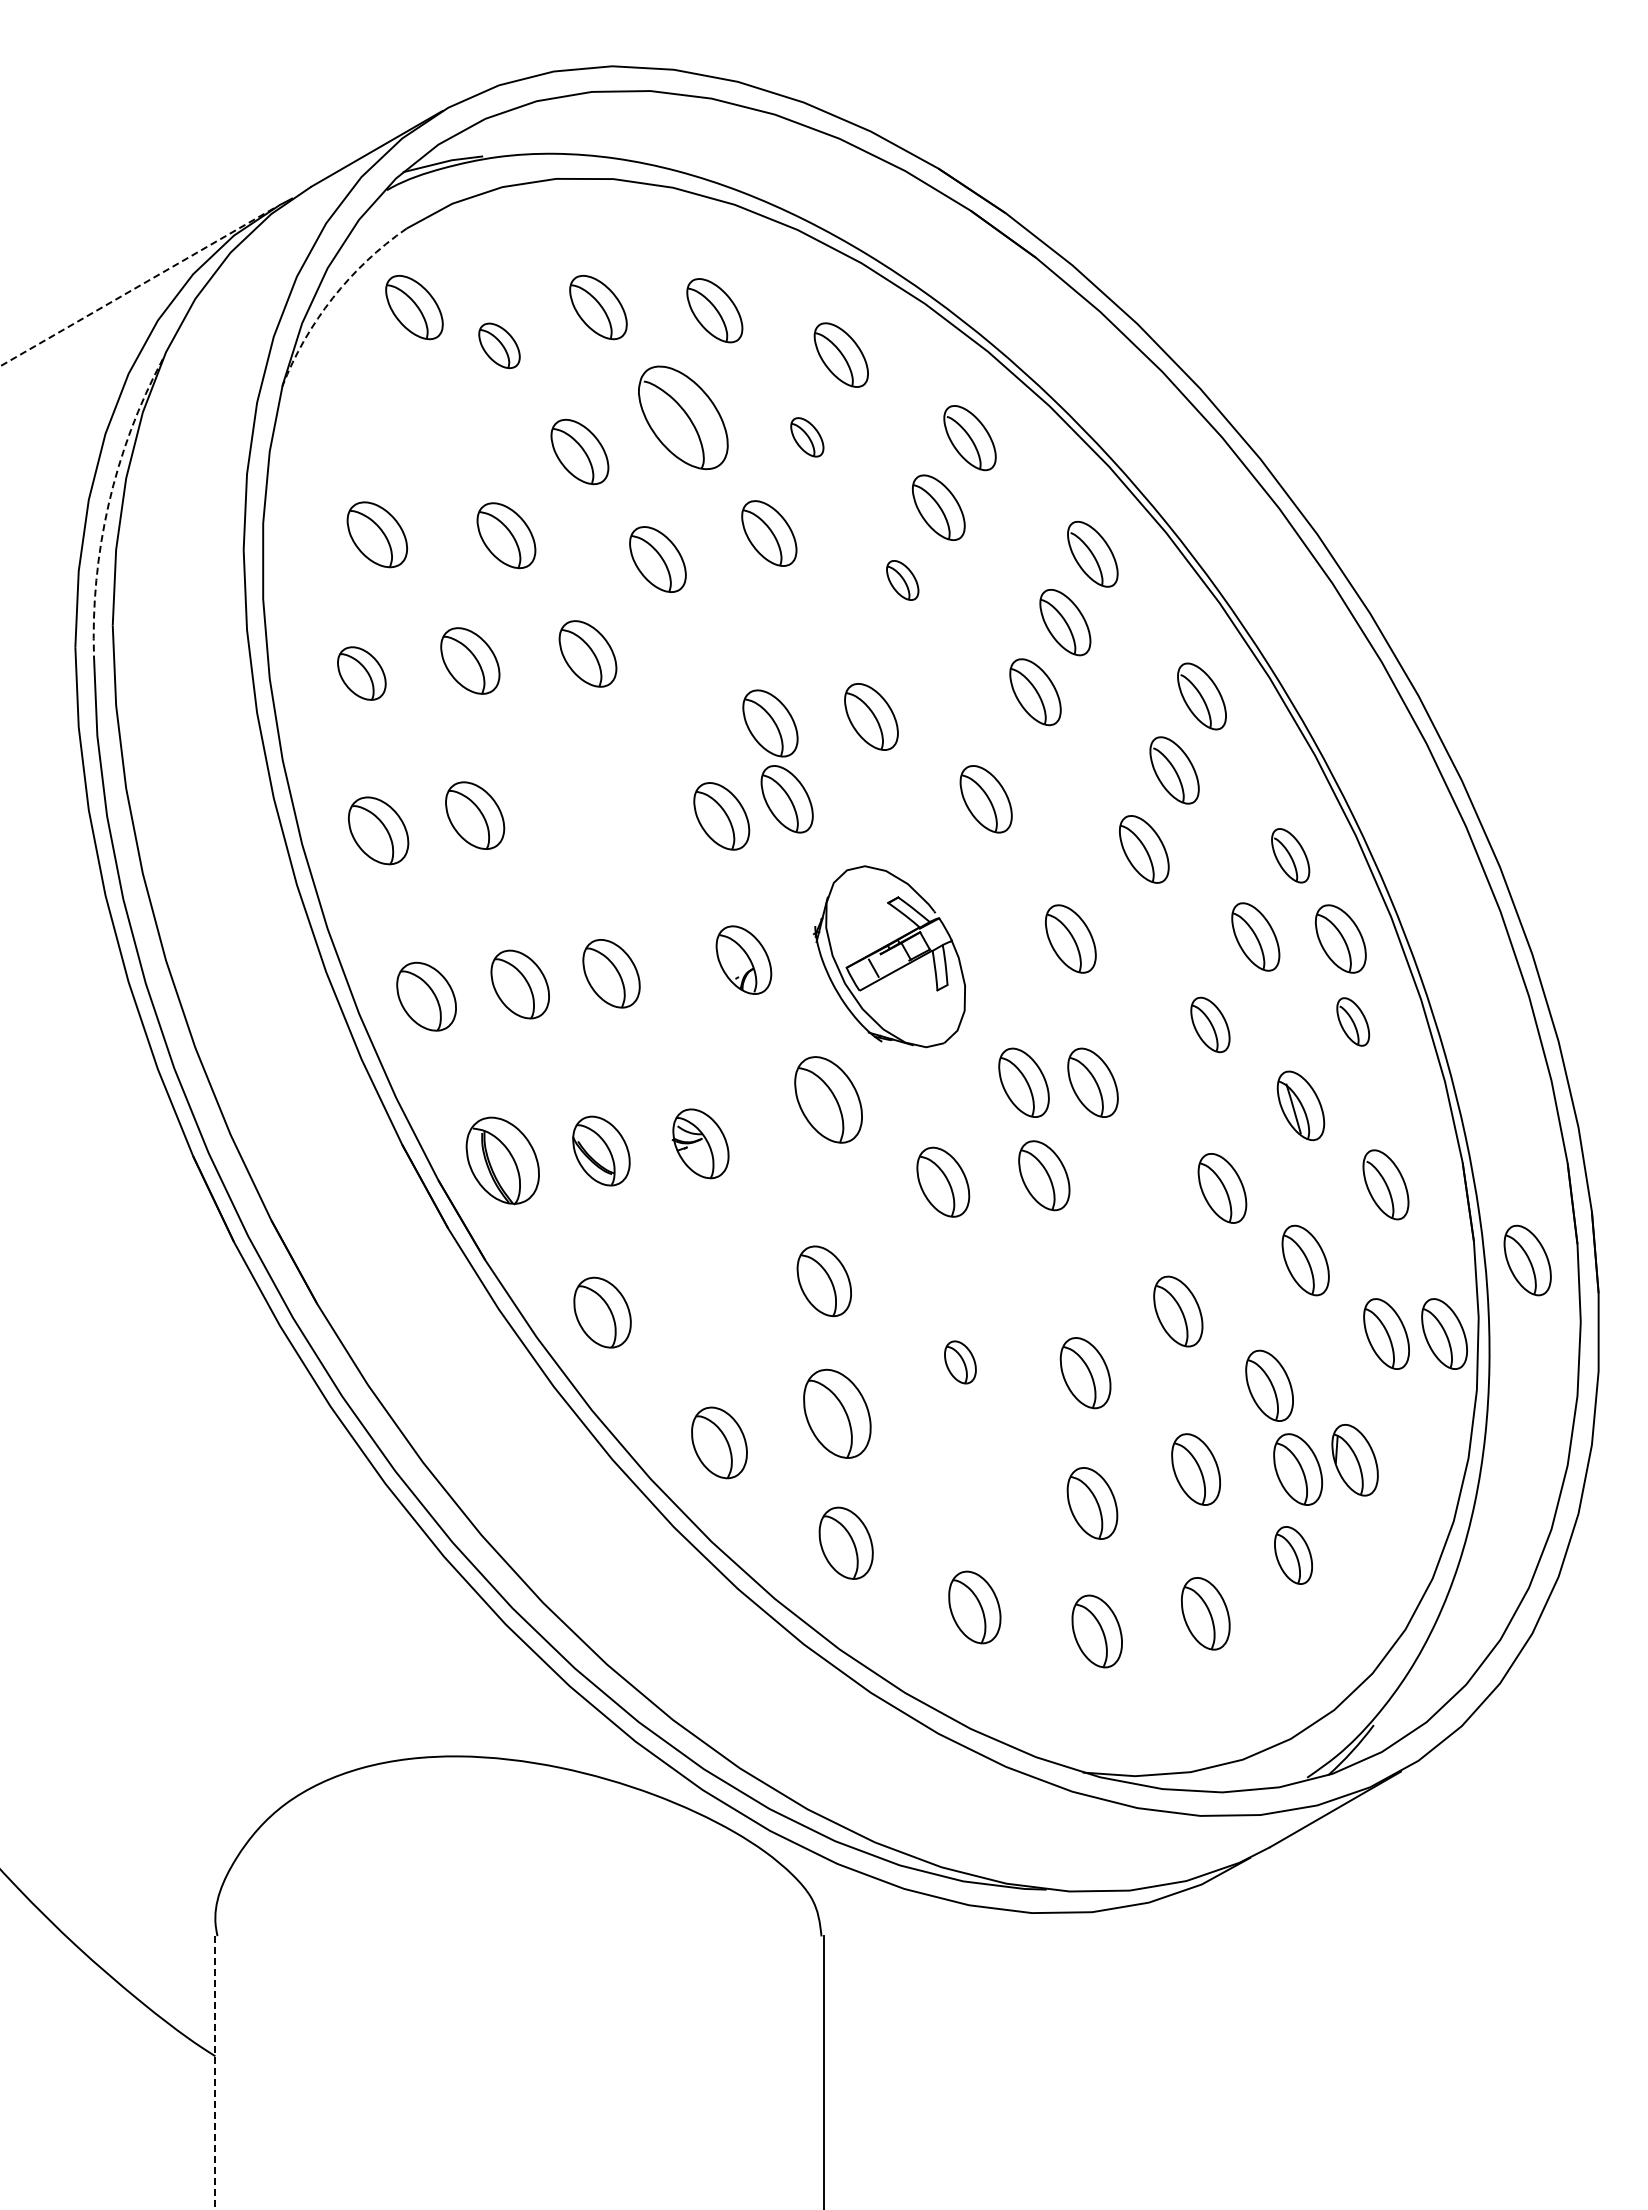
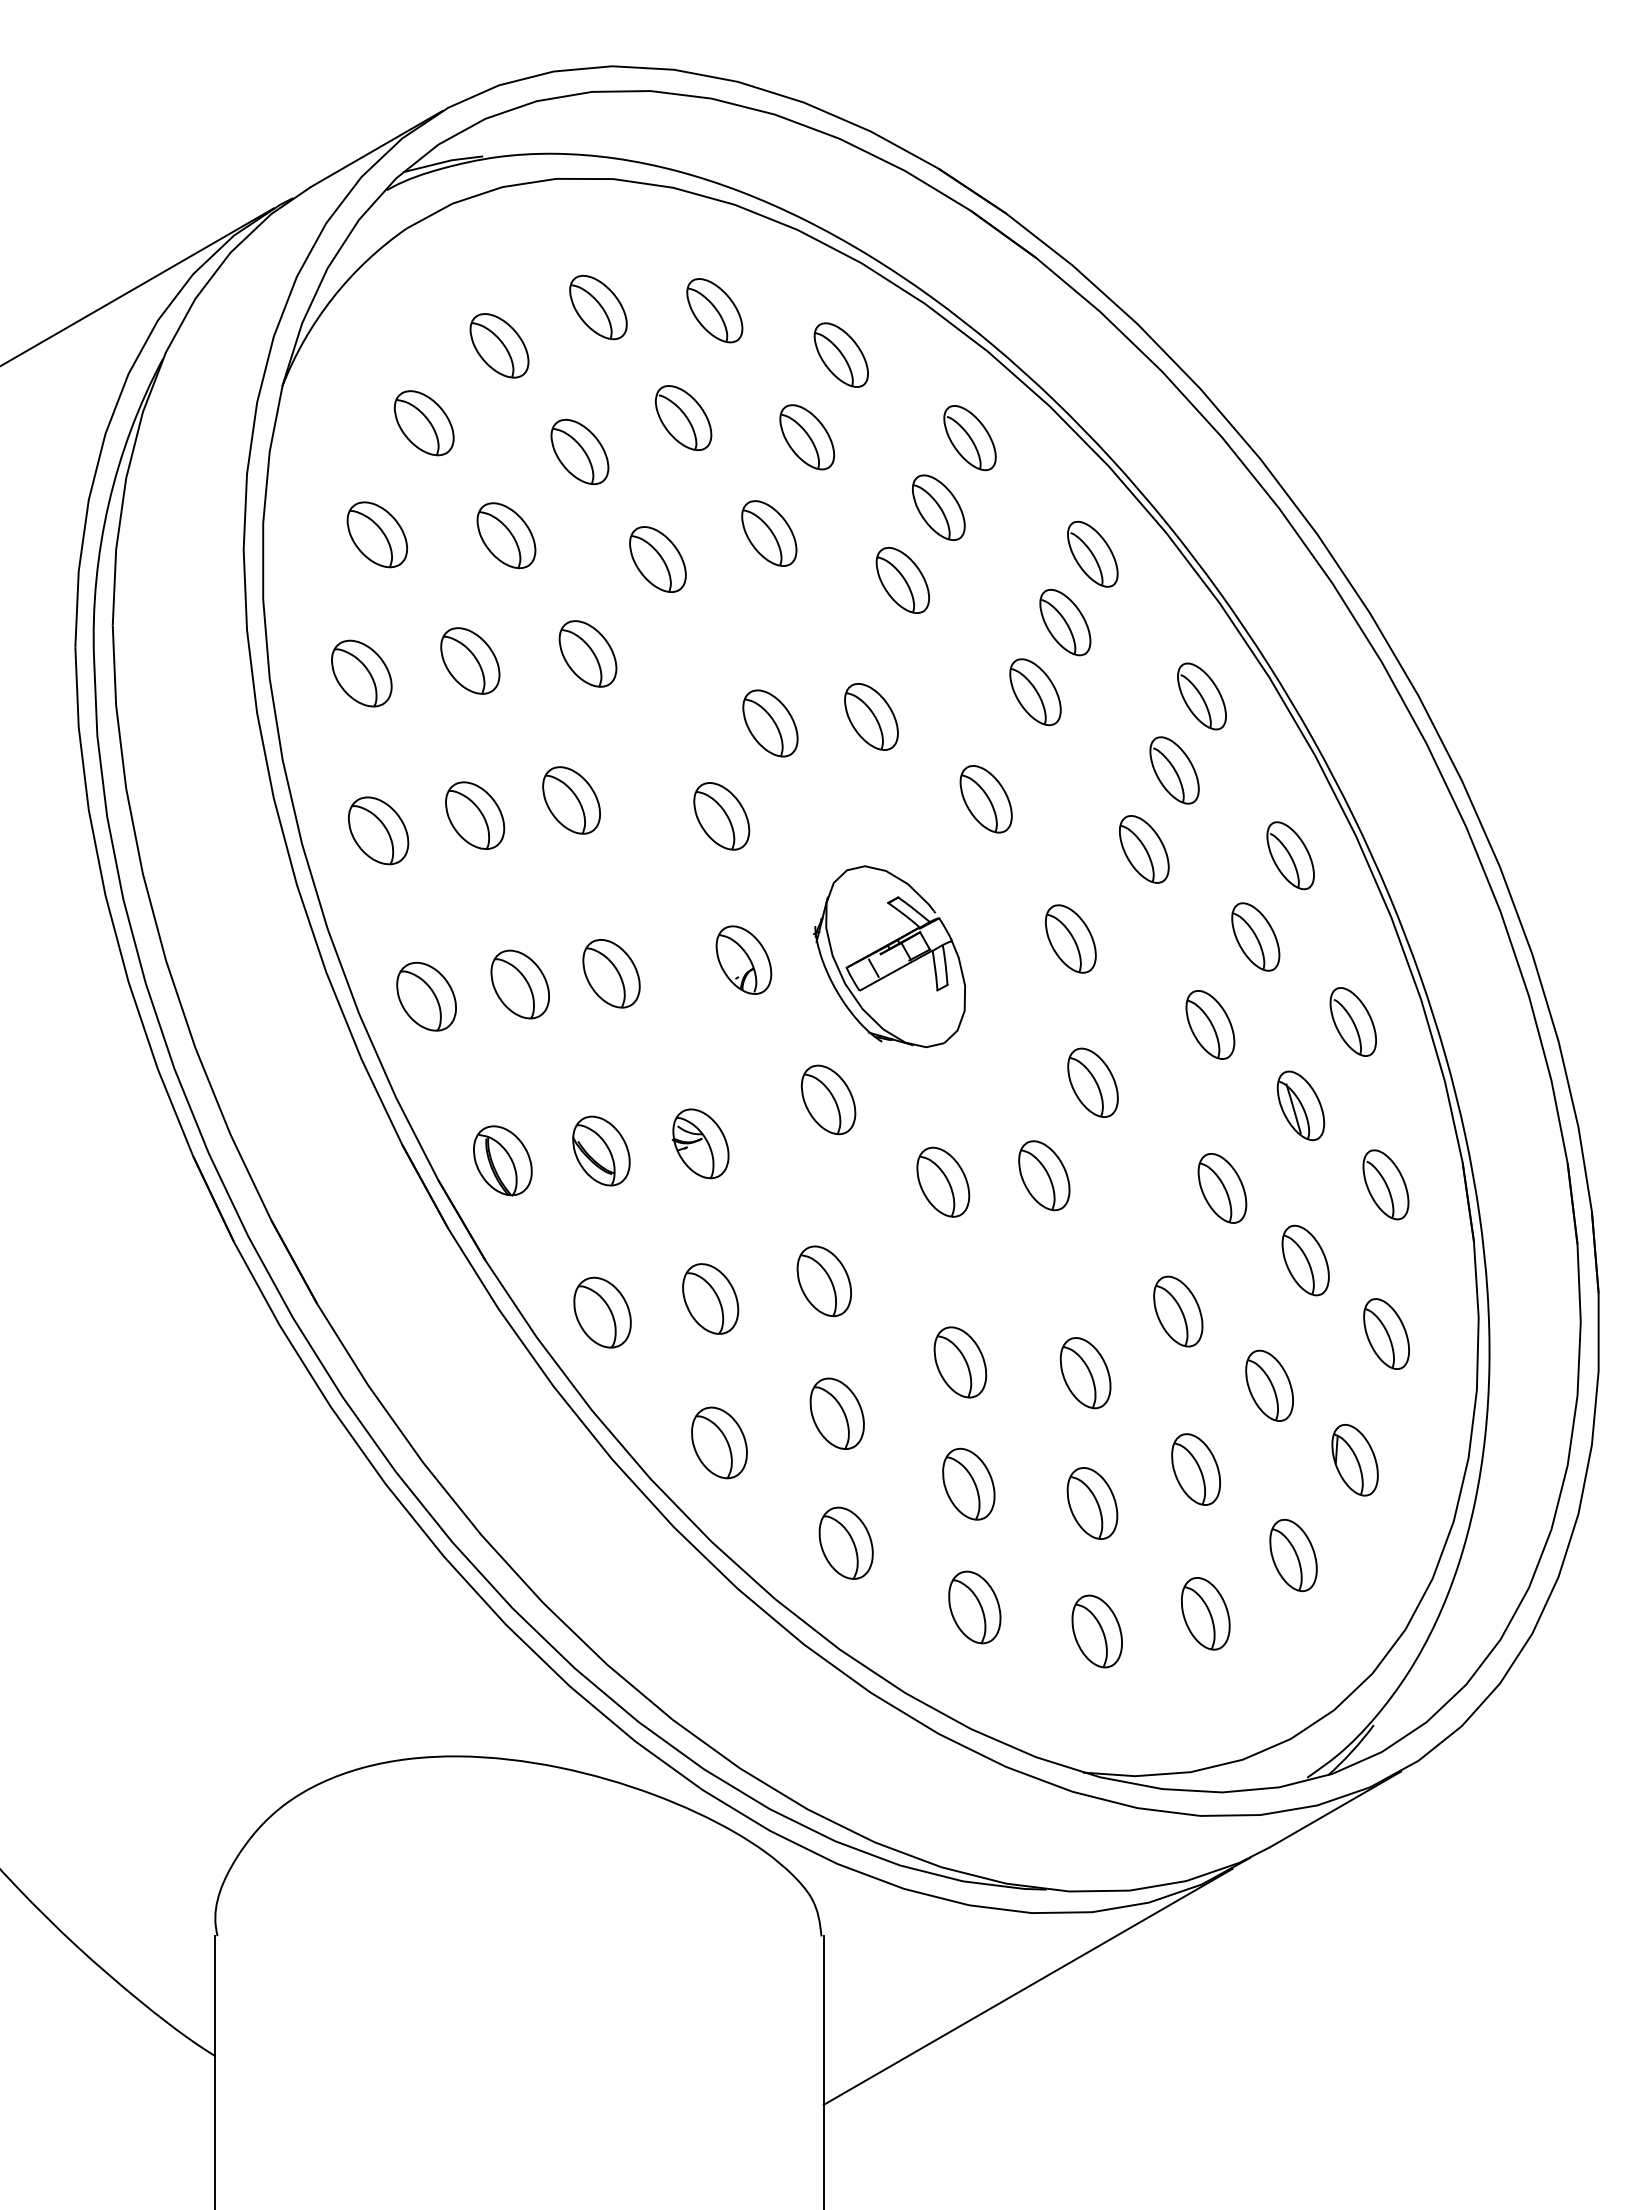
line at (137, 287): dashed -> solid
arc at (332, 298): dashed -> solid
part at (414, 307): present -> none
part at (499, 345) size: 43x47 px -> 61x66 px
part at (683, 417) size: 91x106 px -> 58x67 px
part at (423, 423): none -> present
part at (807, 437) size: 35x41 px -> 57x67 px
arc at (108, 503): dashed -> solid
part at (902, 580) size: 34x41 px -> 55x67 px
part at (361, 673) size: 50x55 px -> 62x69 px
part at (786, 799): present -> none
part at (571, 800): none -> present
part at (1290, 855) size: 40x56 px -> 49x70 px
part at (1340, 938): present -> none
part at (1353, 1021) size: 35x50 px -> 48x70 px
part at (1210, 1024) size: 41x58 px -> 51x70 px
part at (1023, 1082): present -> none
part at (828, 1099) size: 69x88 px -> 57x72 px
part at (502, 1160) size: 75x90 px -> 60x72 px
part at (1527, 1260): present -> none
part at (710, 1298): none -> present
part at (1444, 1333): present -> none
part at (960, 1362) size: 33x45 px -> 55x73 px
part at (837, 1413) size: 69x91 px -> 56x73 px
part at (1297, 1469): present -> none
part at (968, 1483): none -> present
part at (1293, 1555) size: 39x59 px -> 49x75 px
line at (1027, 1986): none -> present
line at (215, 2073): dashed -> solid
